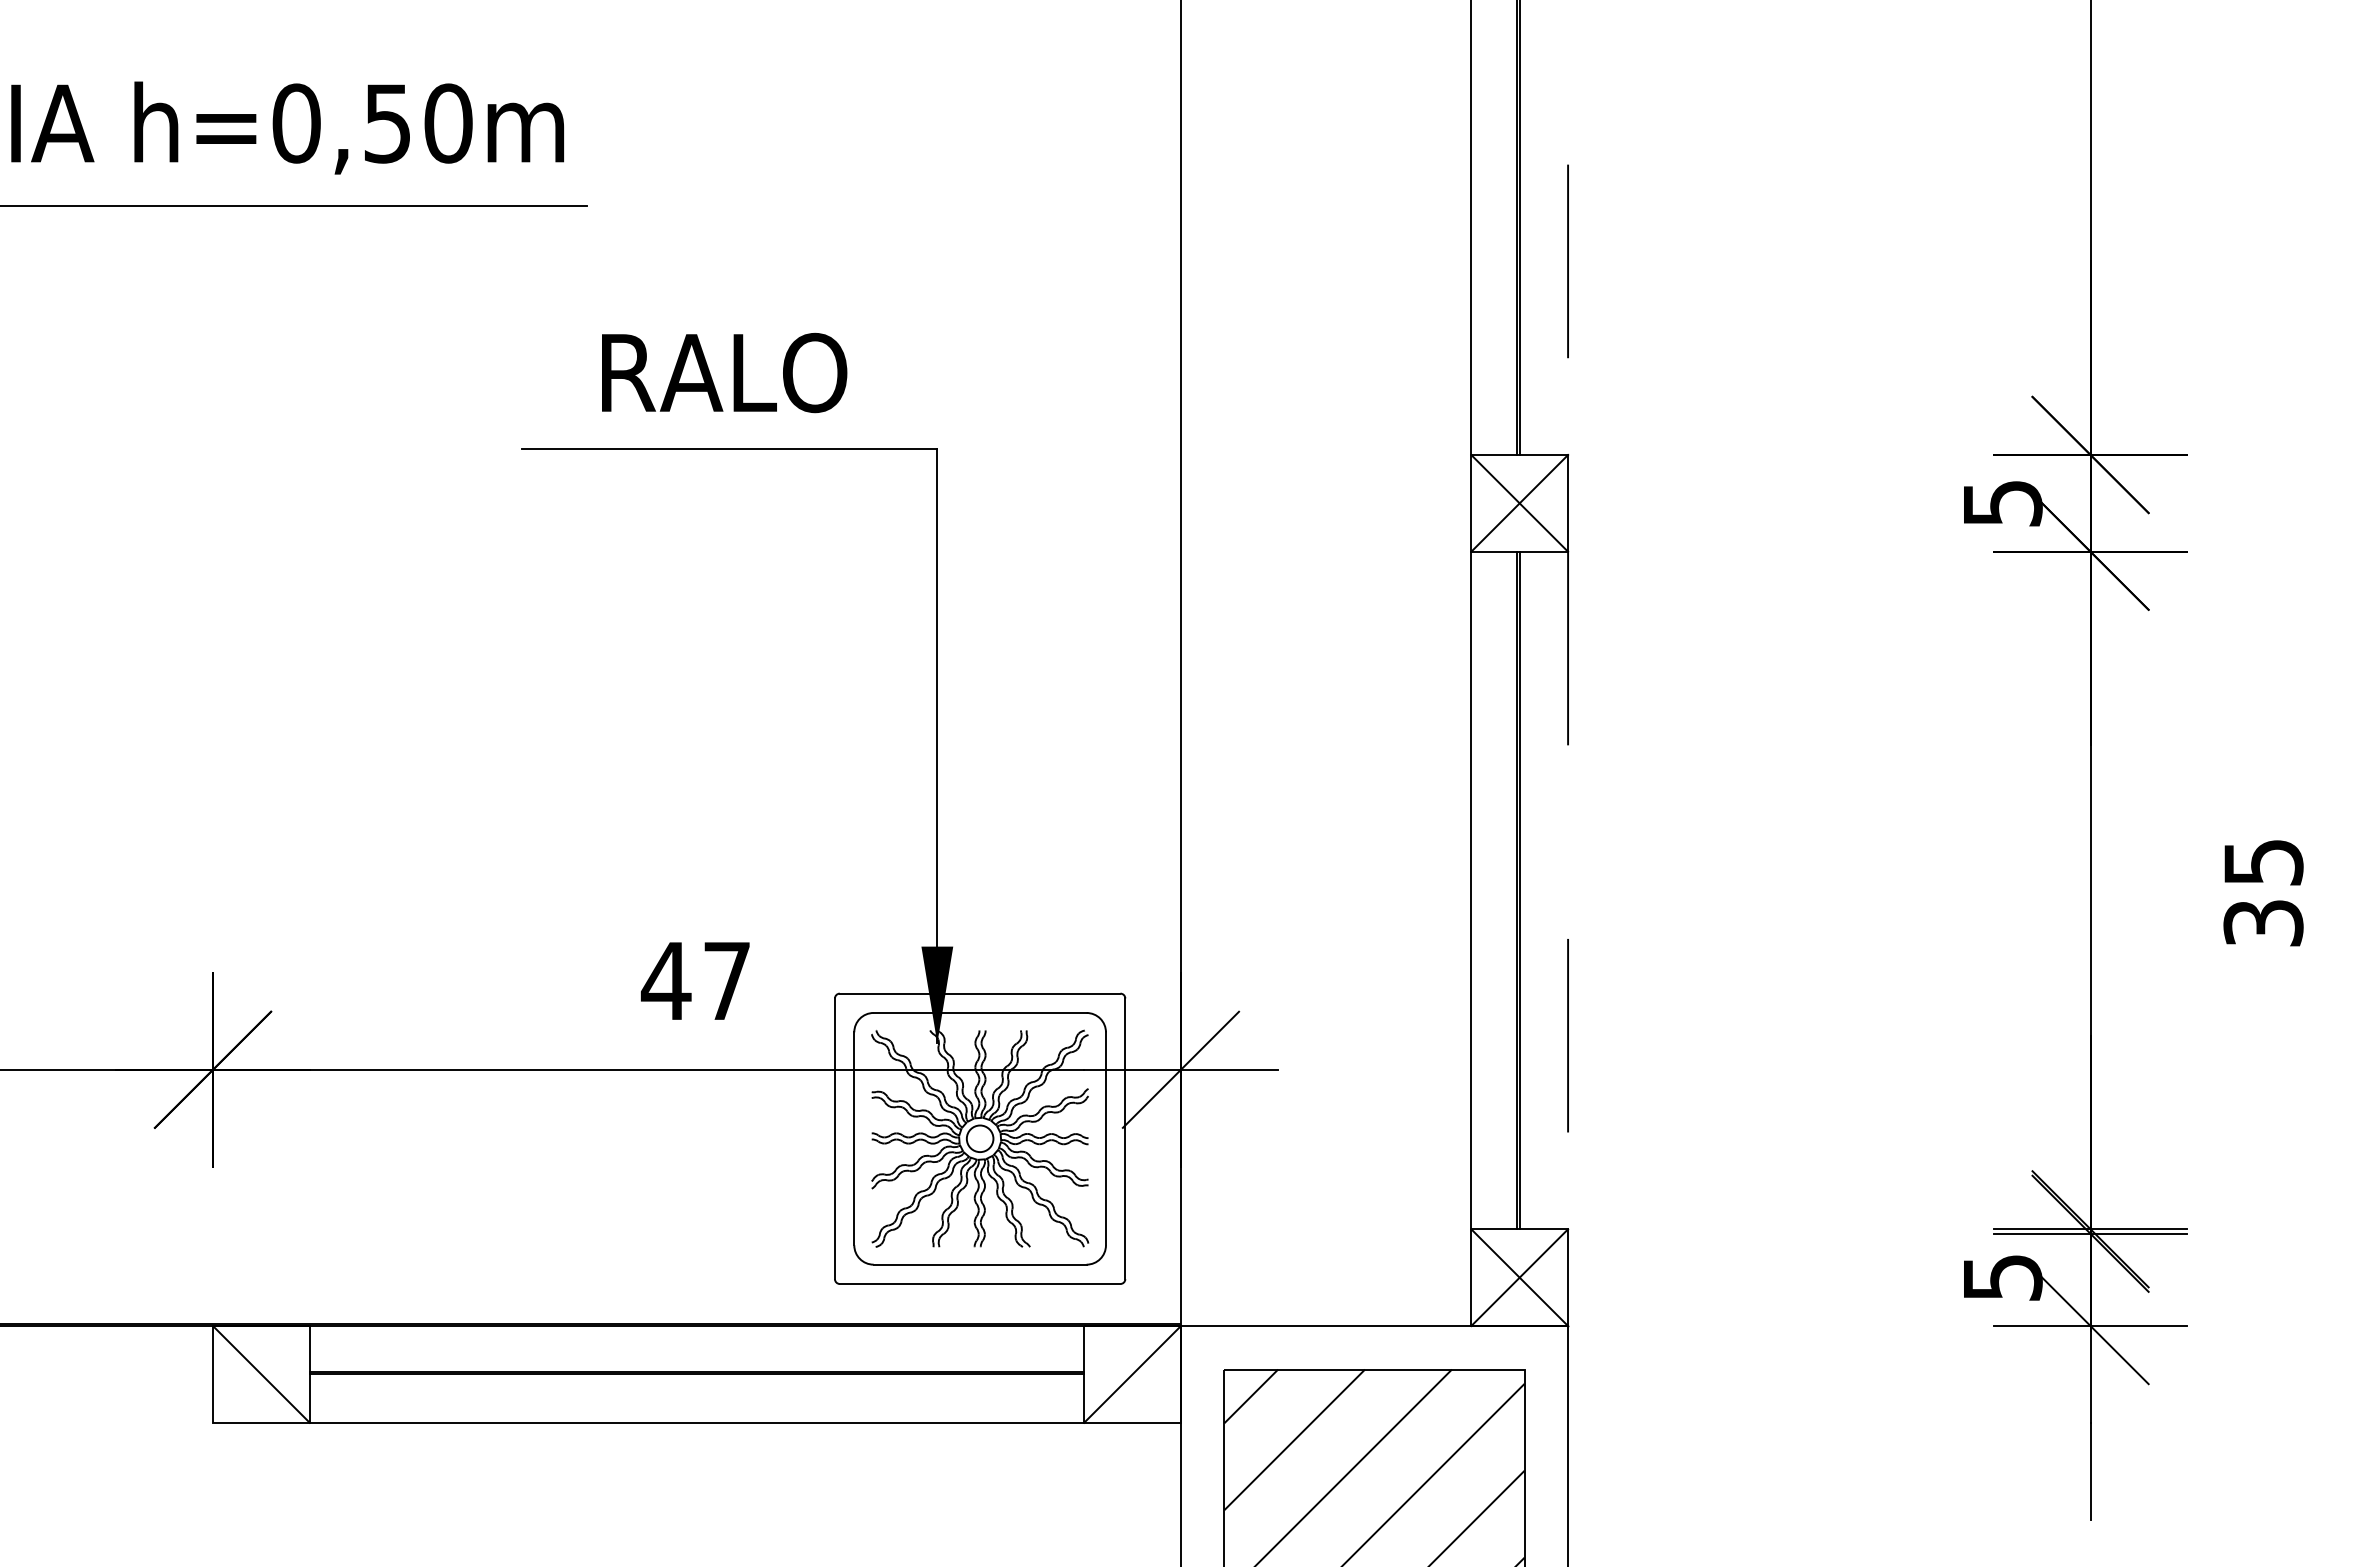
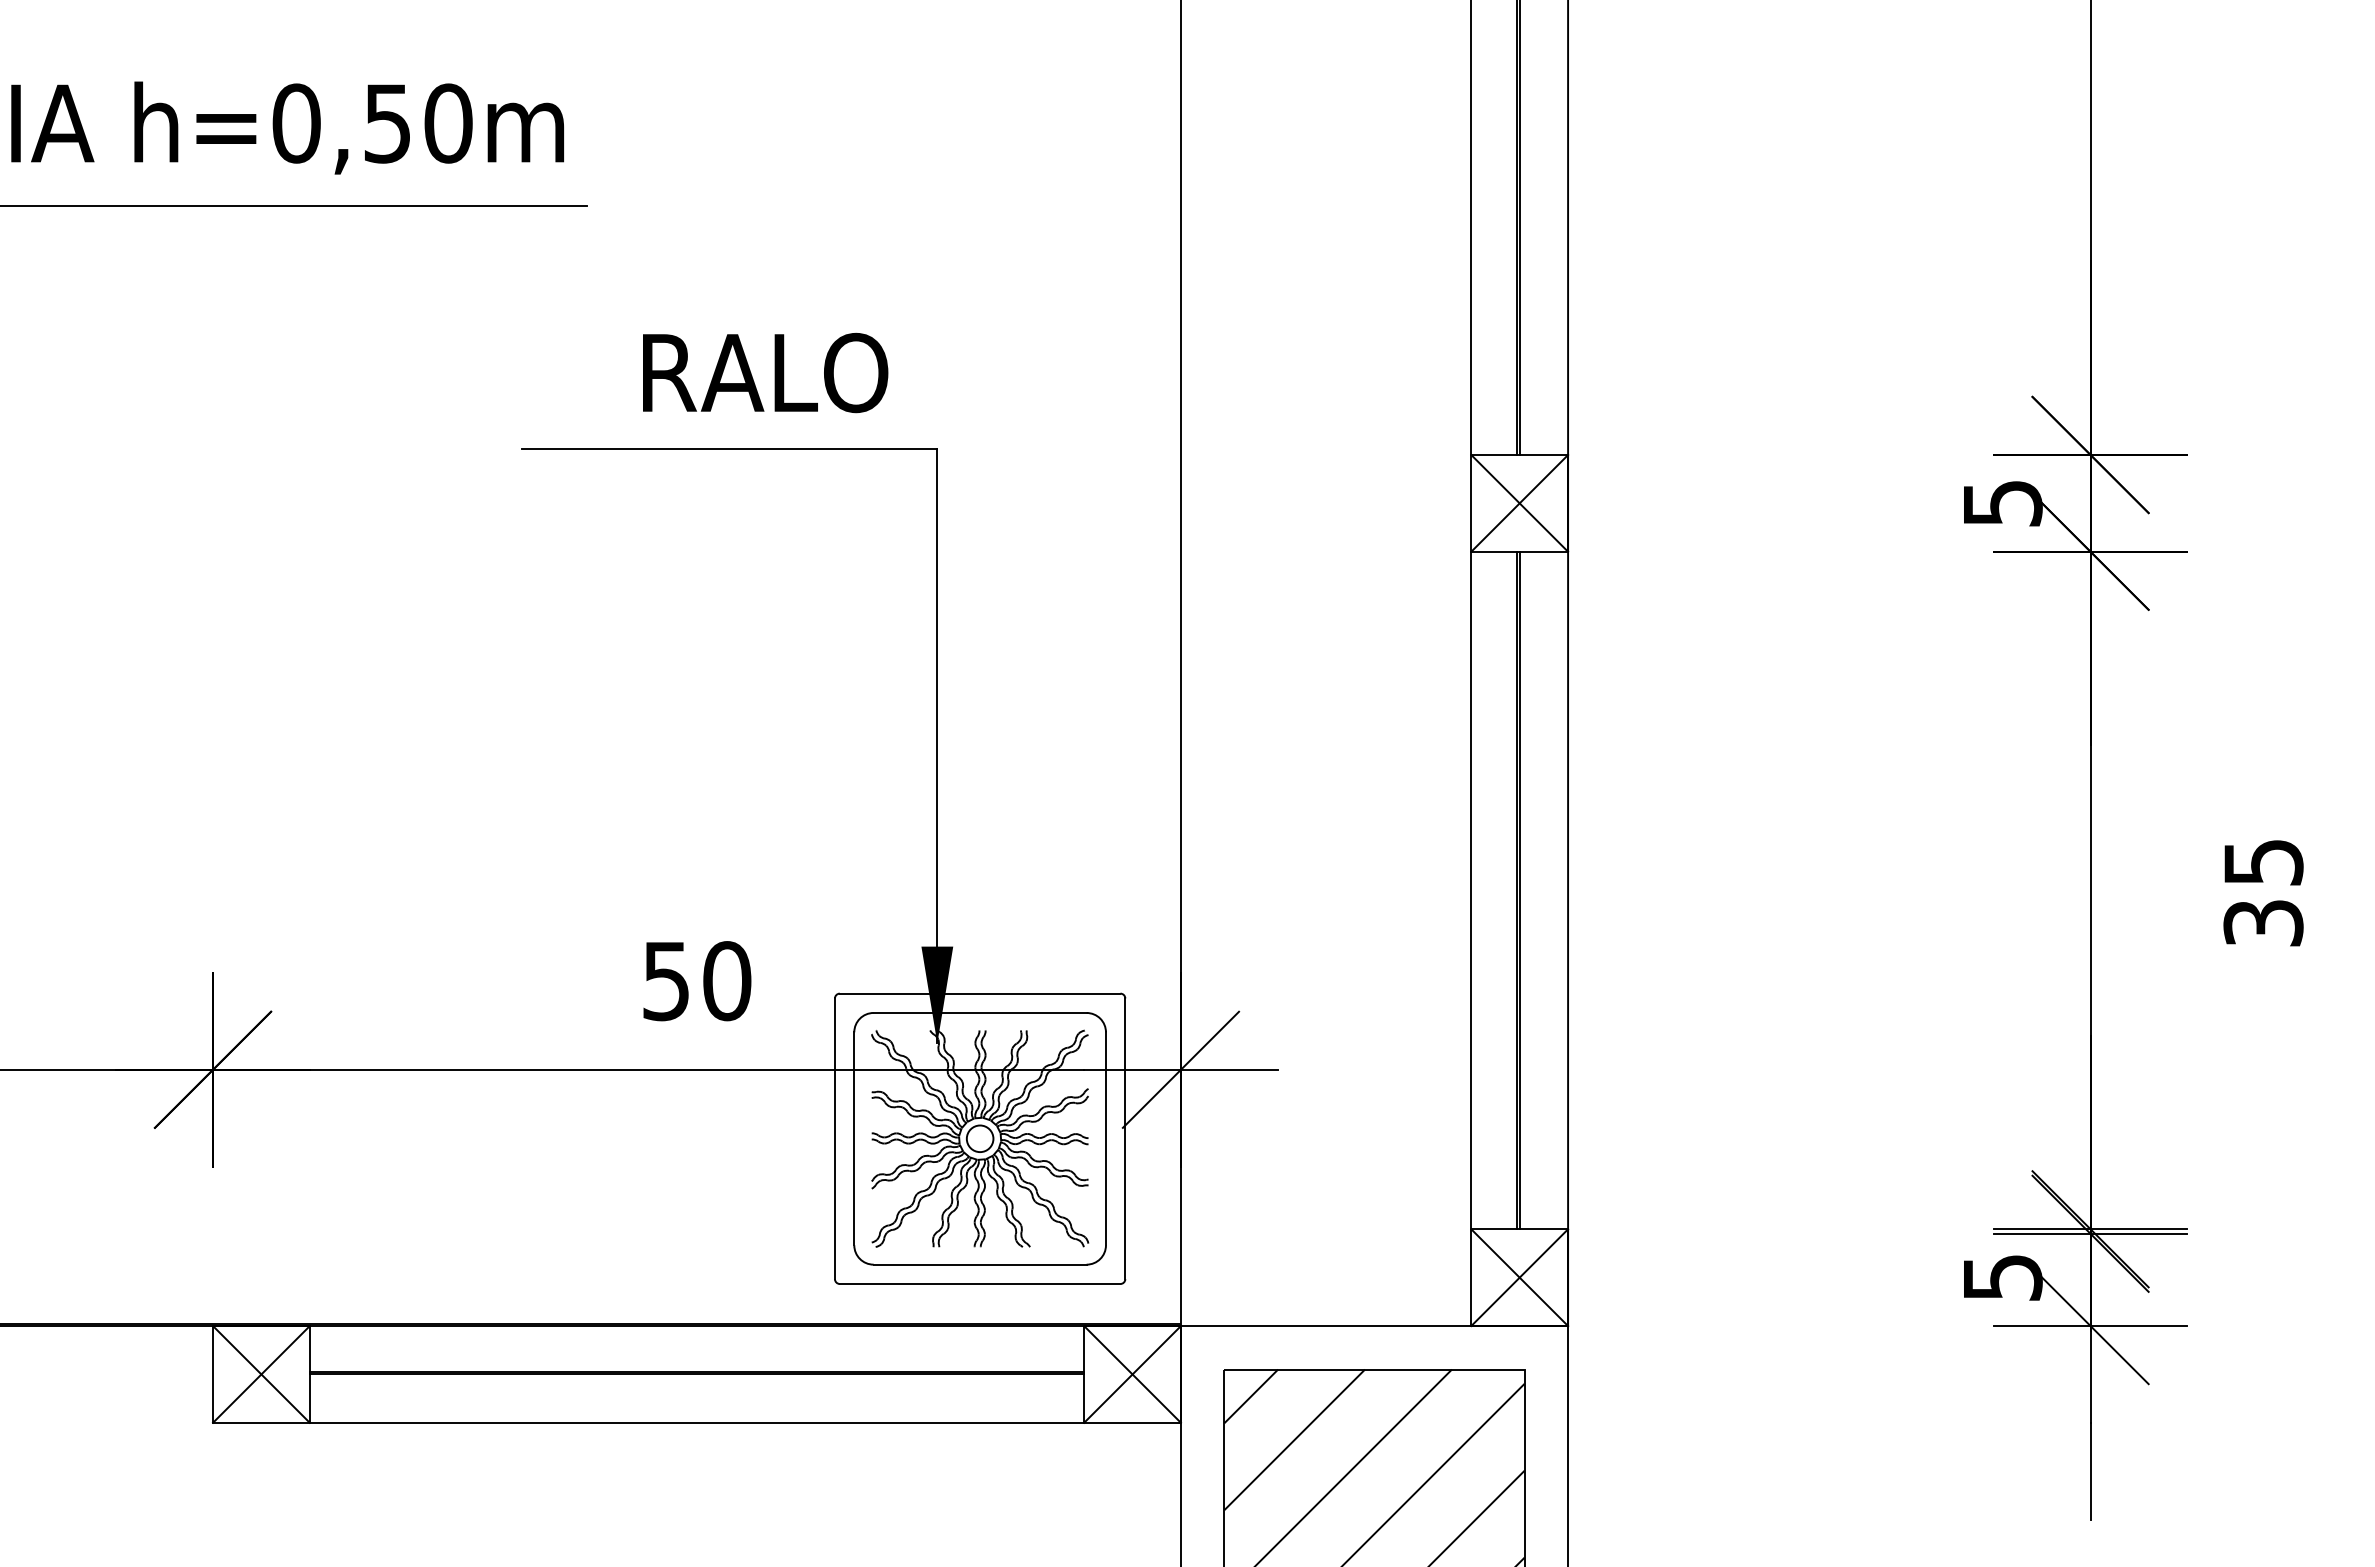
text at (724, 372) position: (724, 372) -> (765, 372)
line at (1568, 663): dashed -> solid
text at (695, 981): 47 -> 50
line at (261, 1374): none -> present
line at (1132, 1374): none -> present
